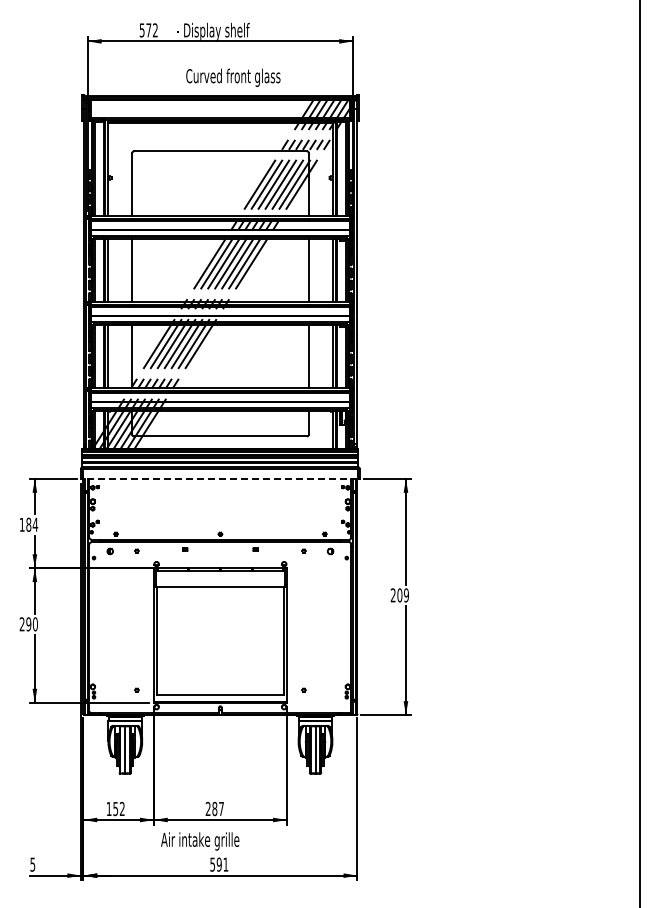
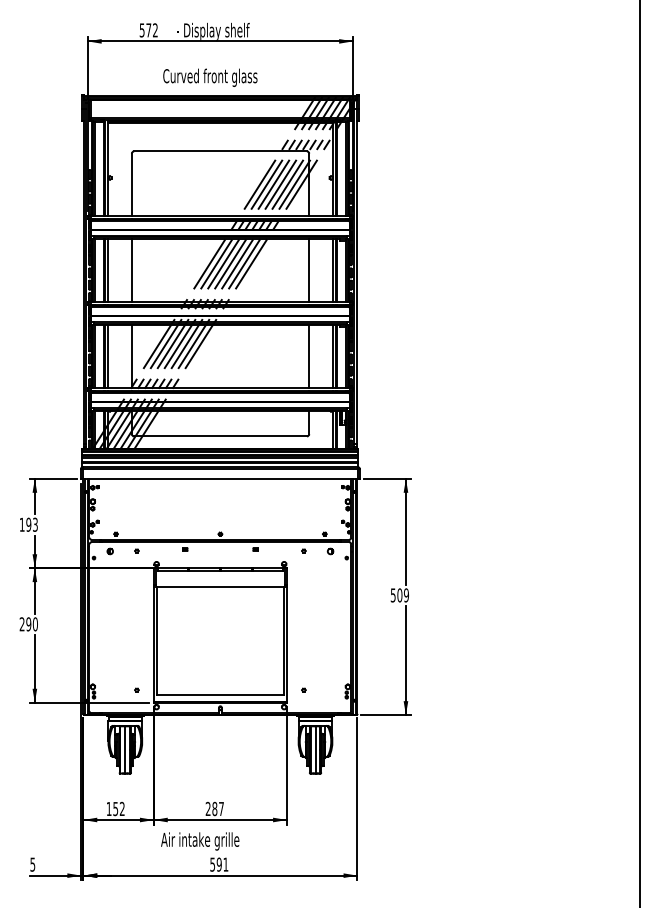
text at (233, 77) position: (233, 77) -> (210, 77)
line at (220, 478): dashed -> solid
text at (32, 524): 184 -> 193
text at (392, 595): 209 -> 509
